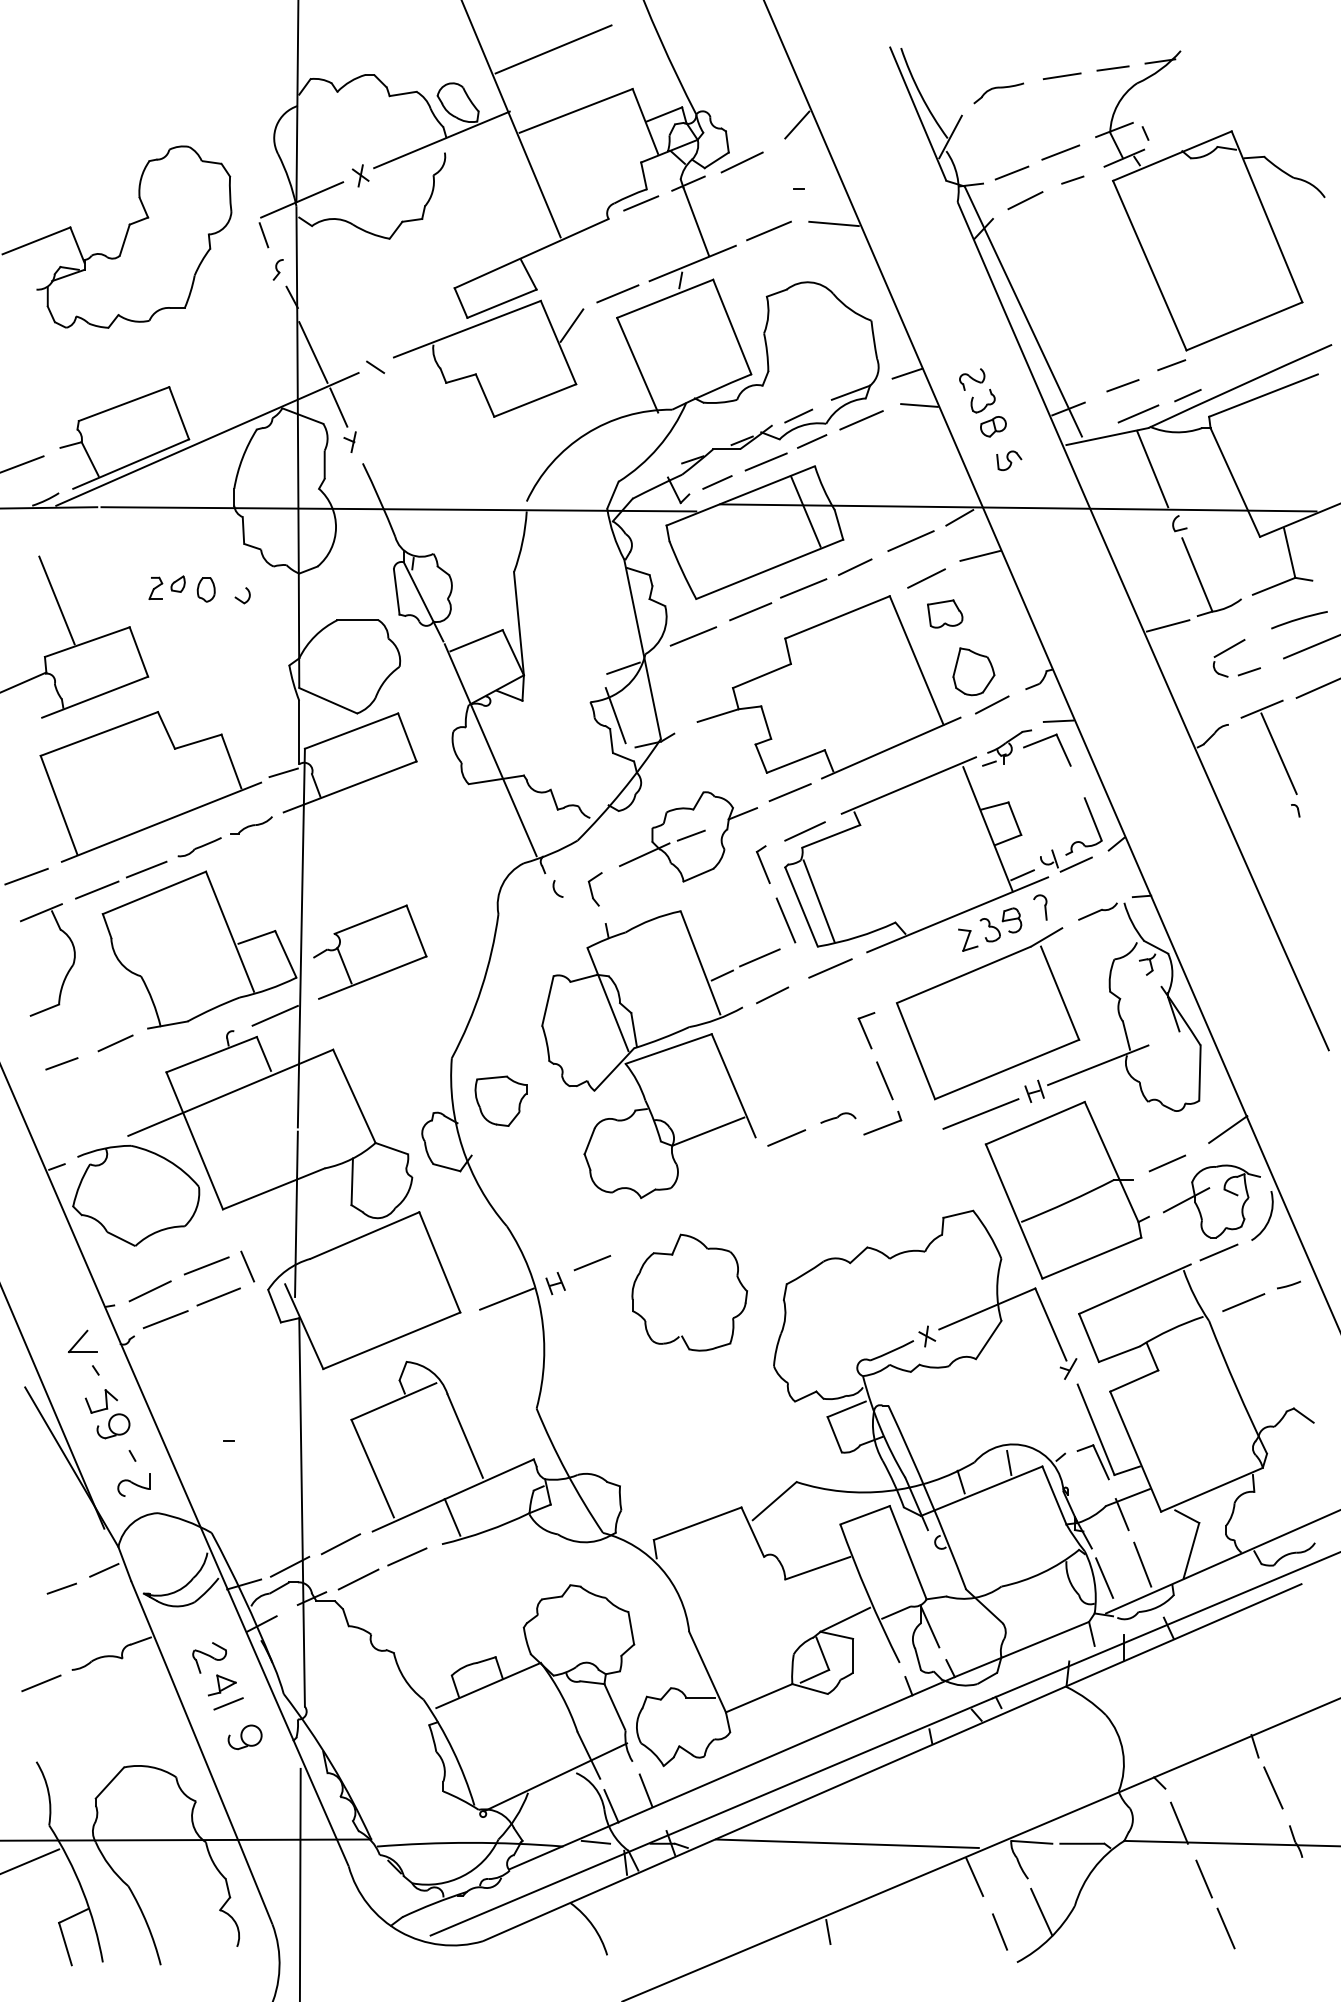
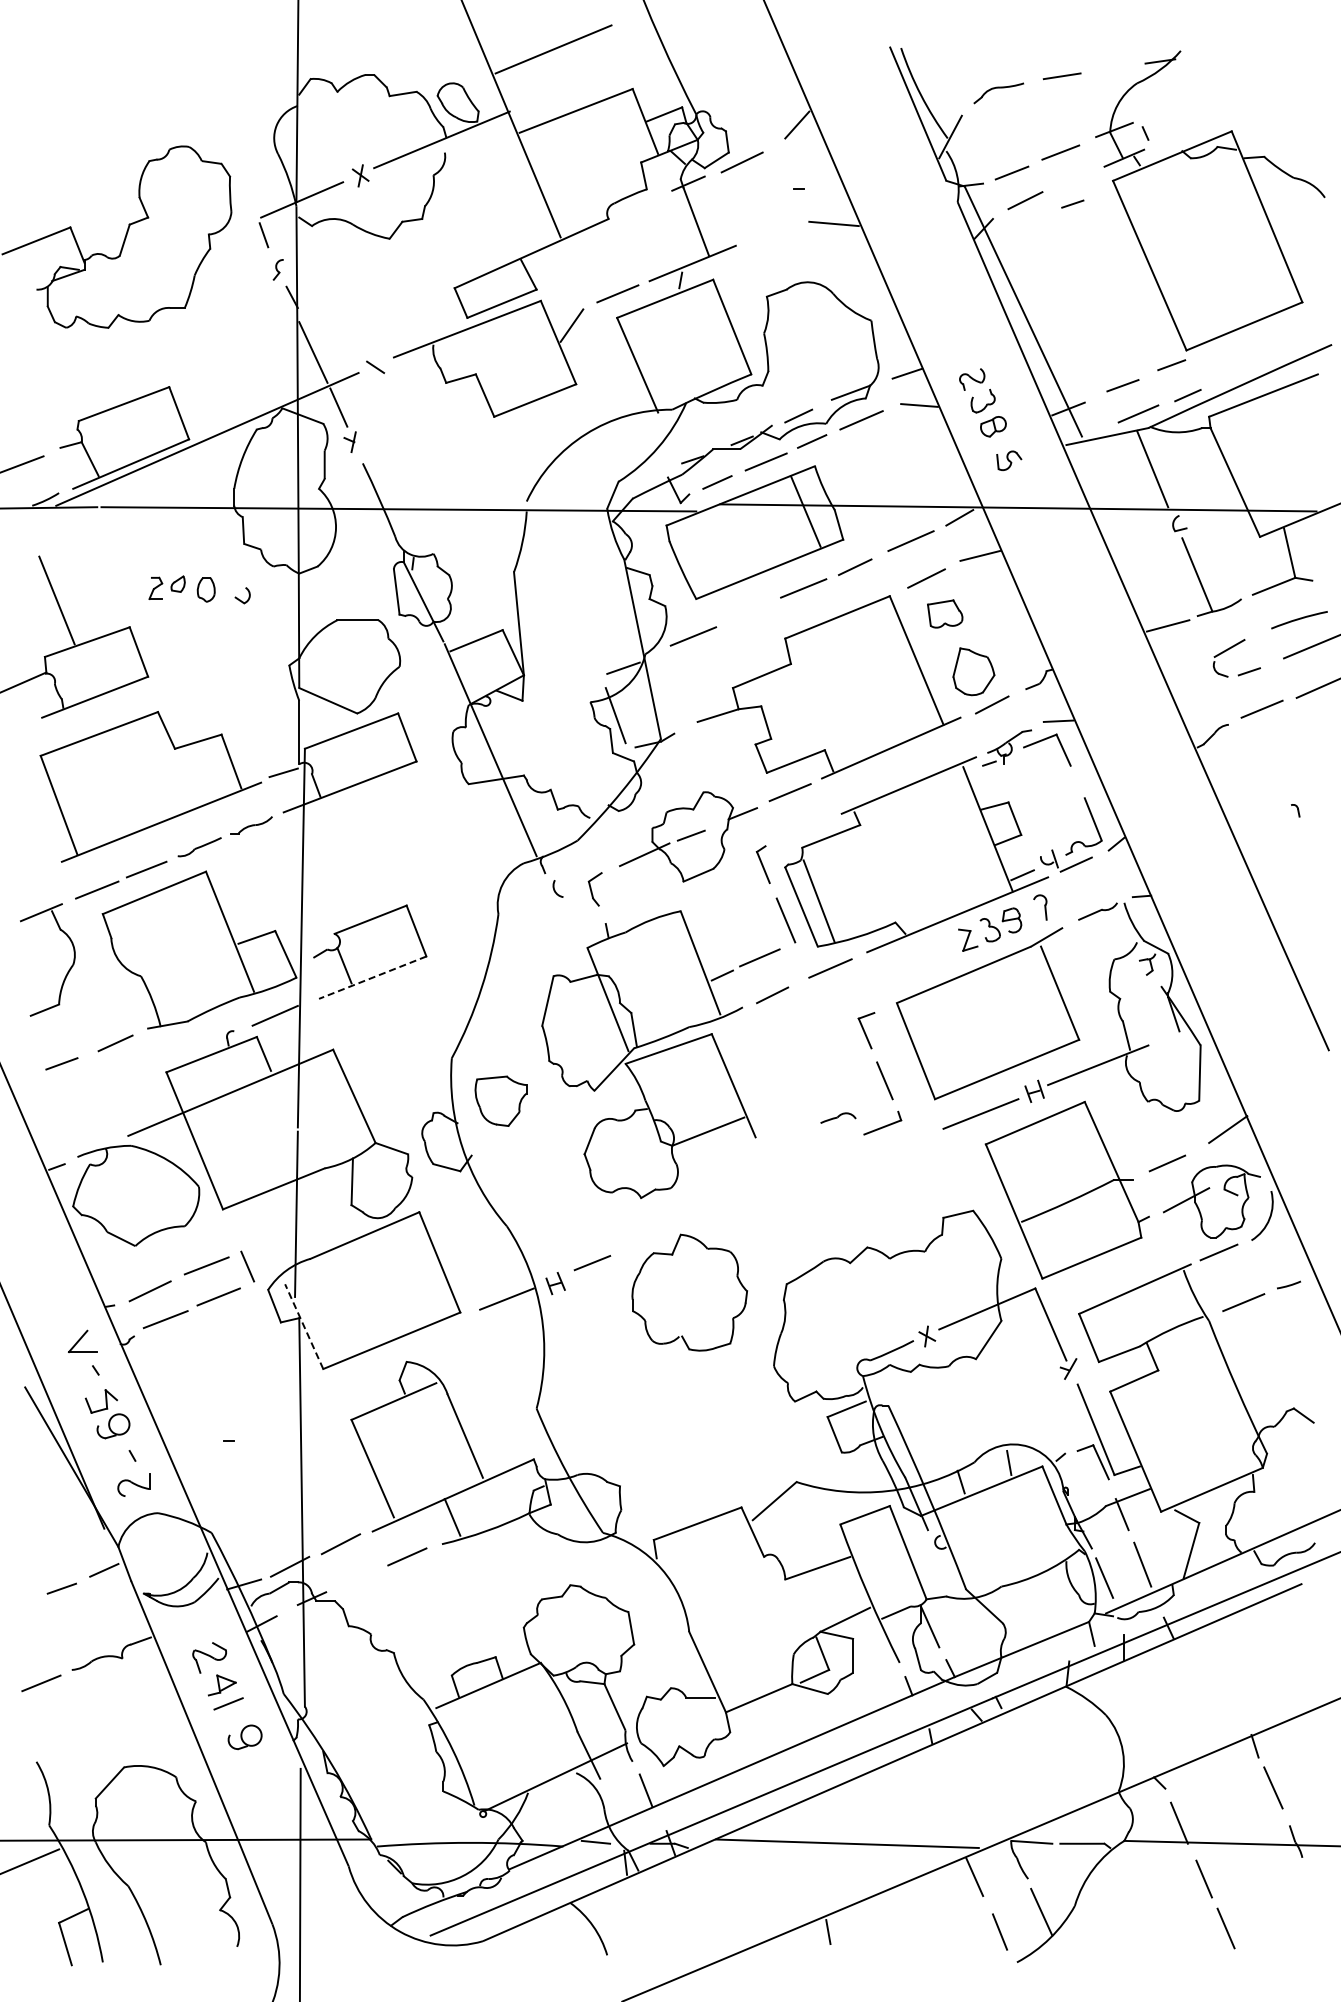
line at (1112, 68): present -> none
line at (1072, 179) position: (1072, 179) -> (1072, 203)
line at (641, 203): present -> none
line at (768, 230): present -> none
line at (750, 611): present -> none
line at (1278, 753): present -> none
line at (804, 831): present -> none
line at (26, 876): present -> none
line at (372, 977): solid -> dashed
line at (786, 1137): present -> none
line at (304, 1326): solid -> dashed
line at (358, 1579): present -> none
line at (611, 1806): present -> none
